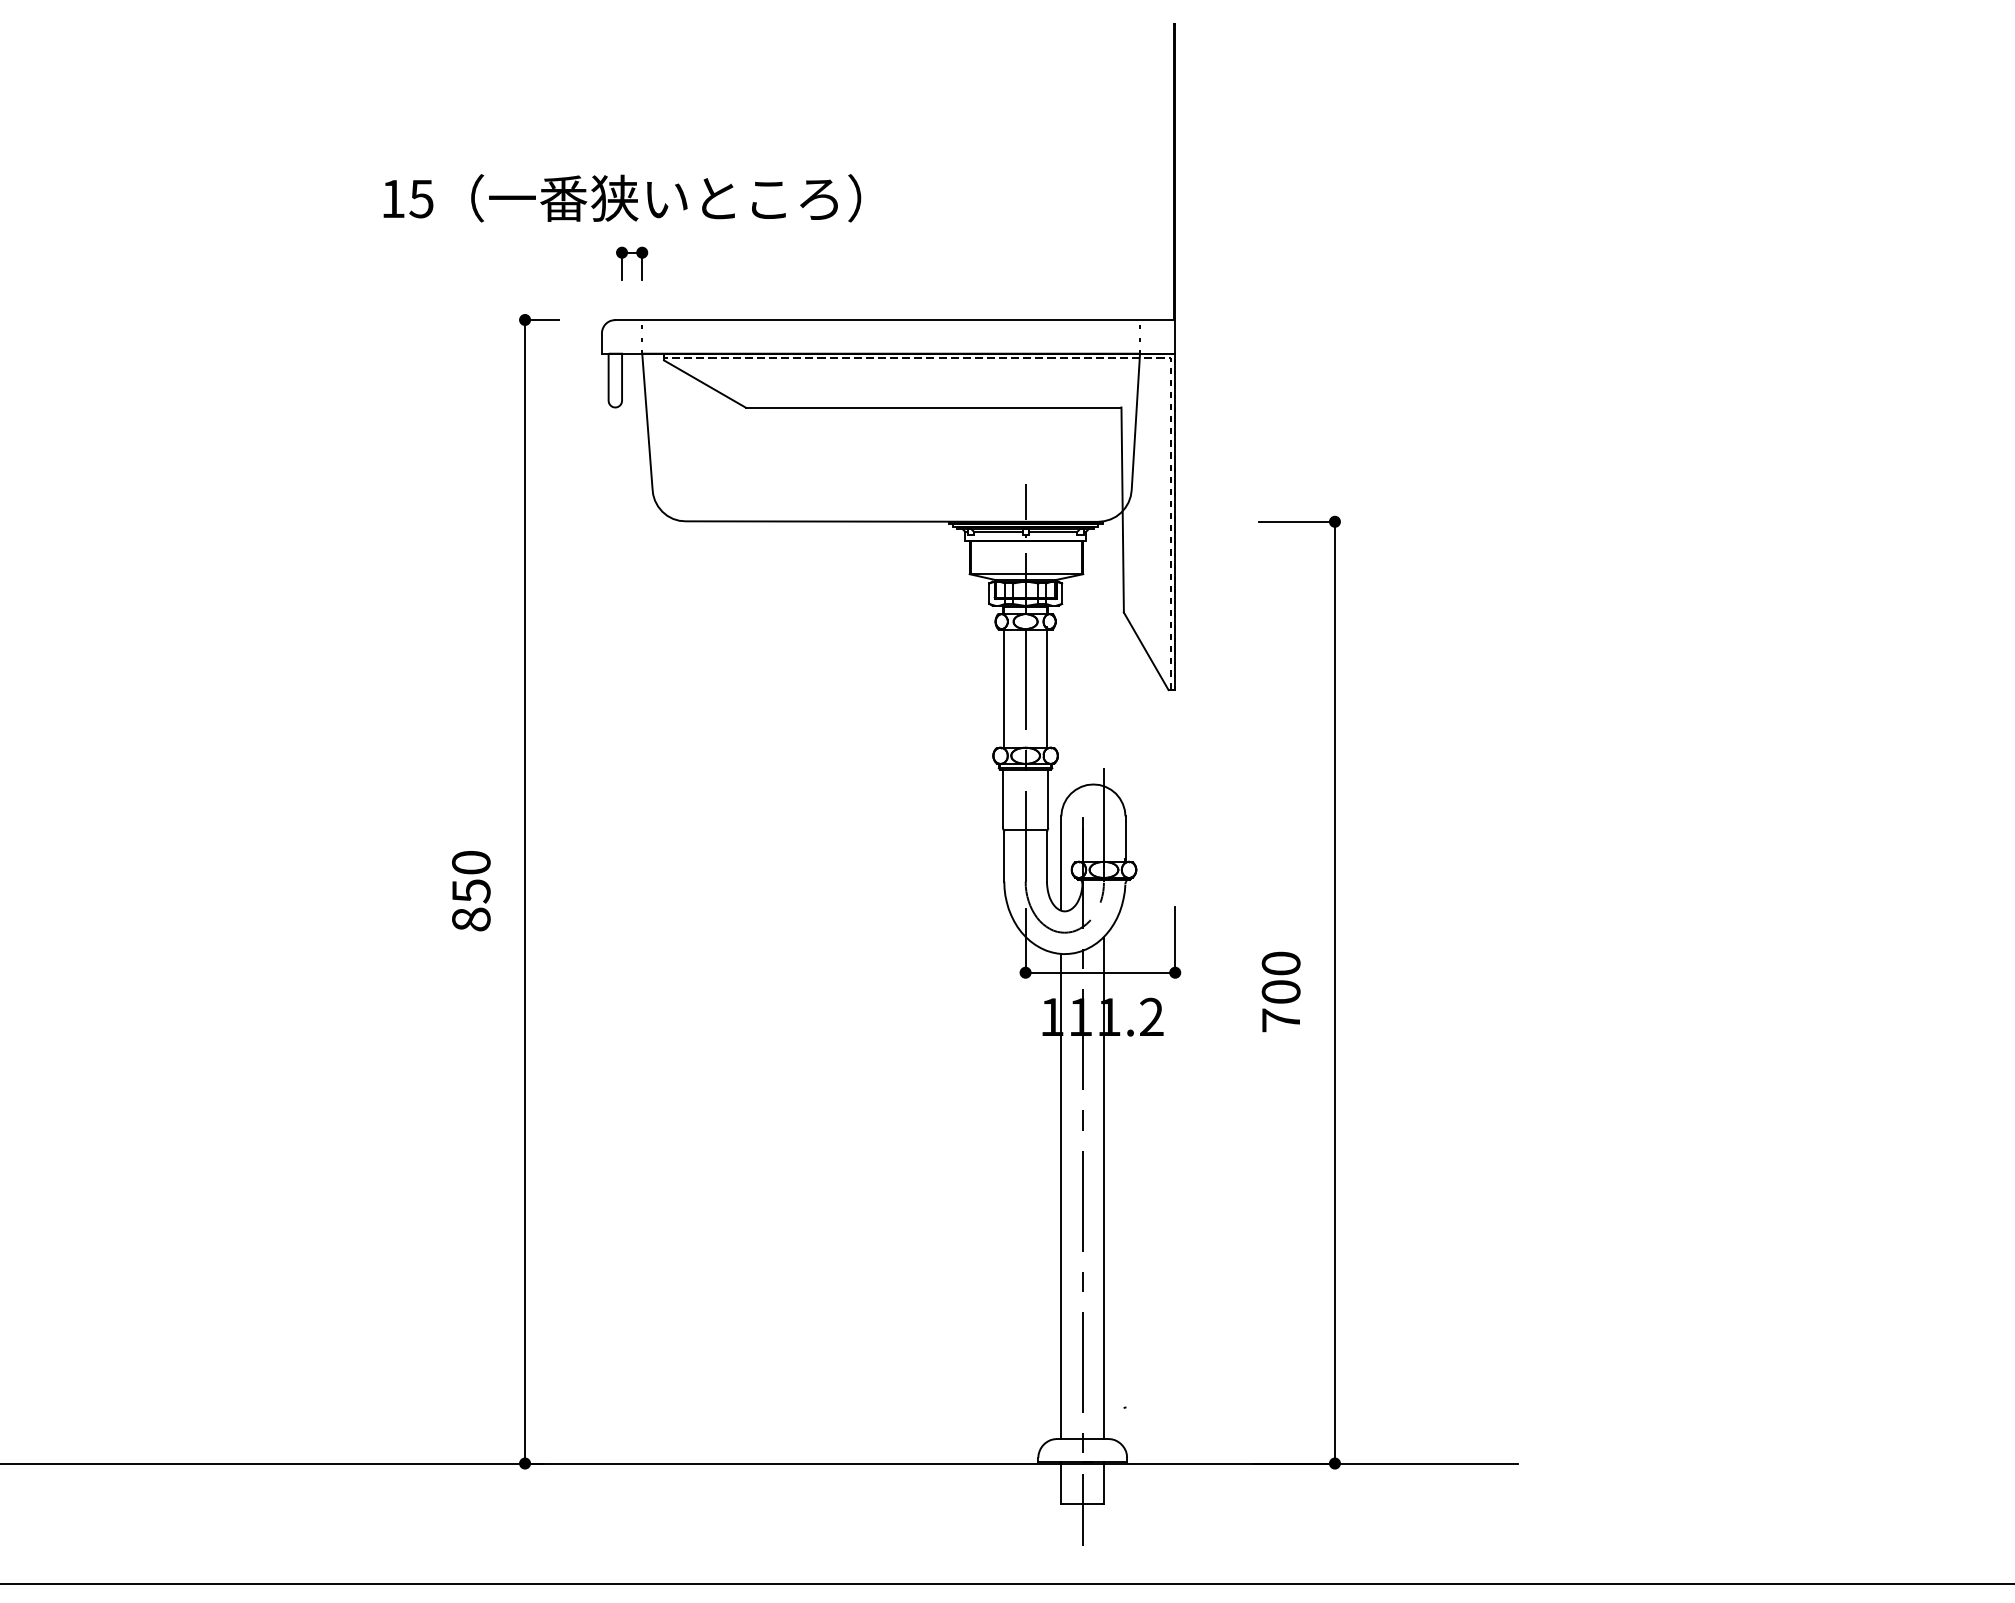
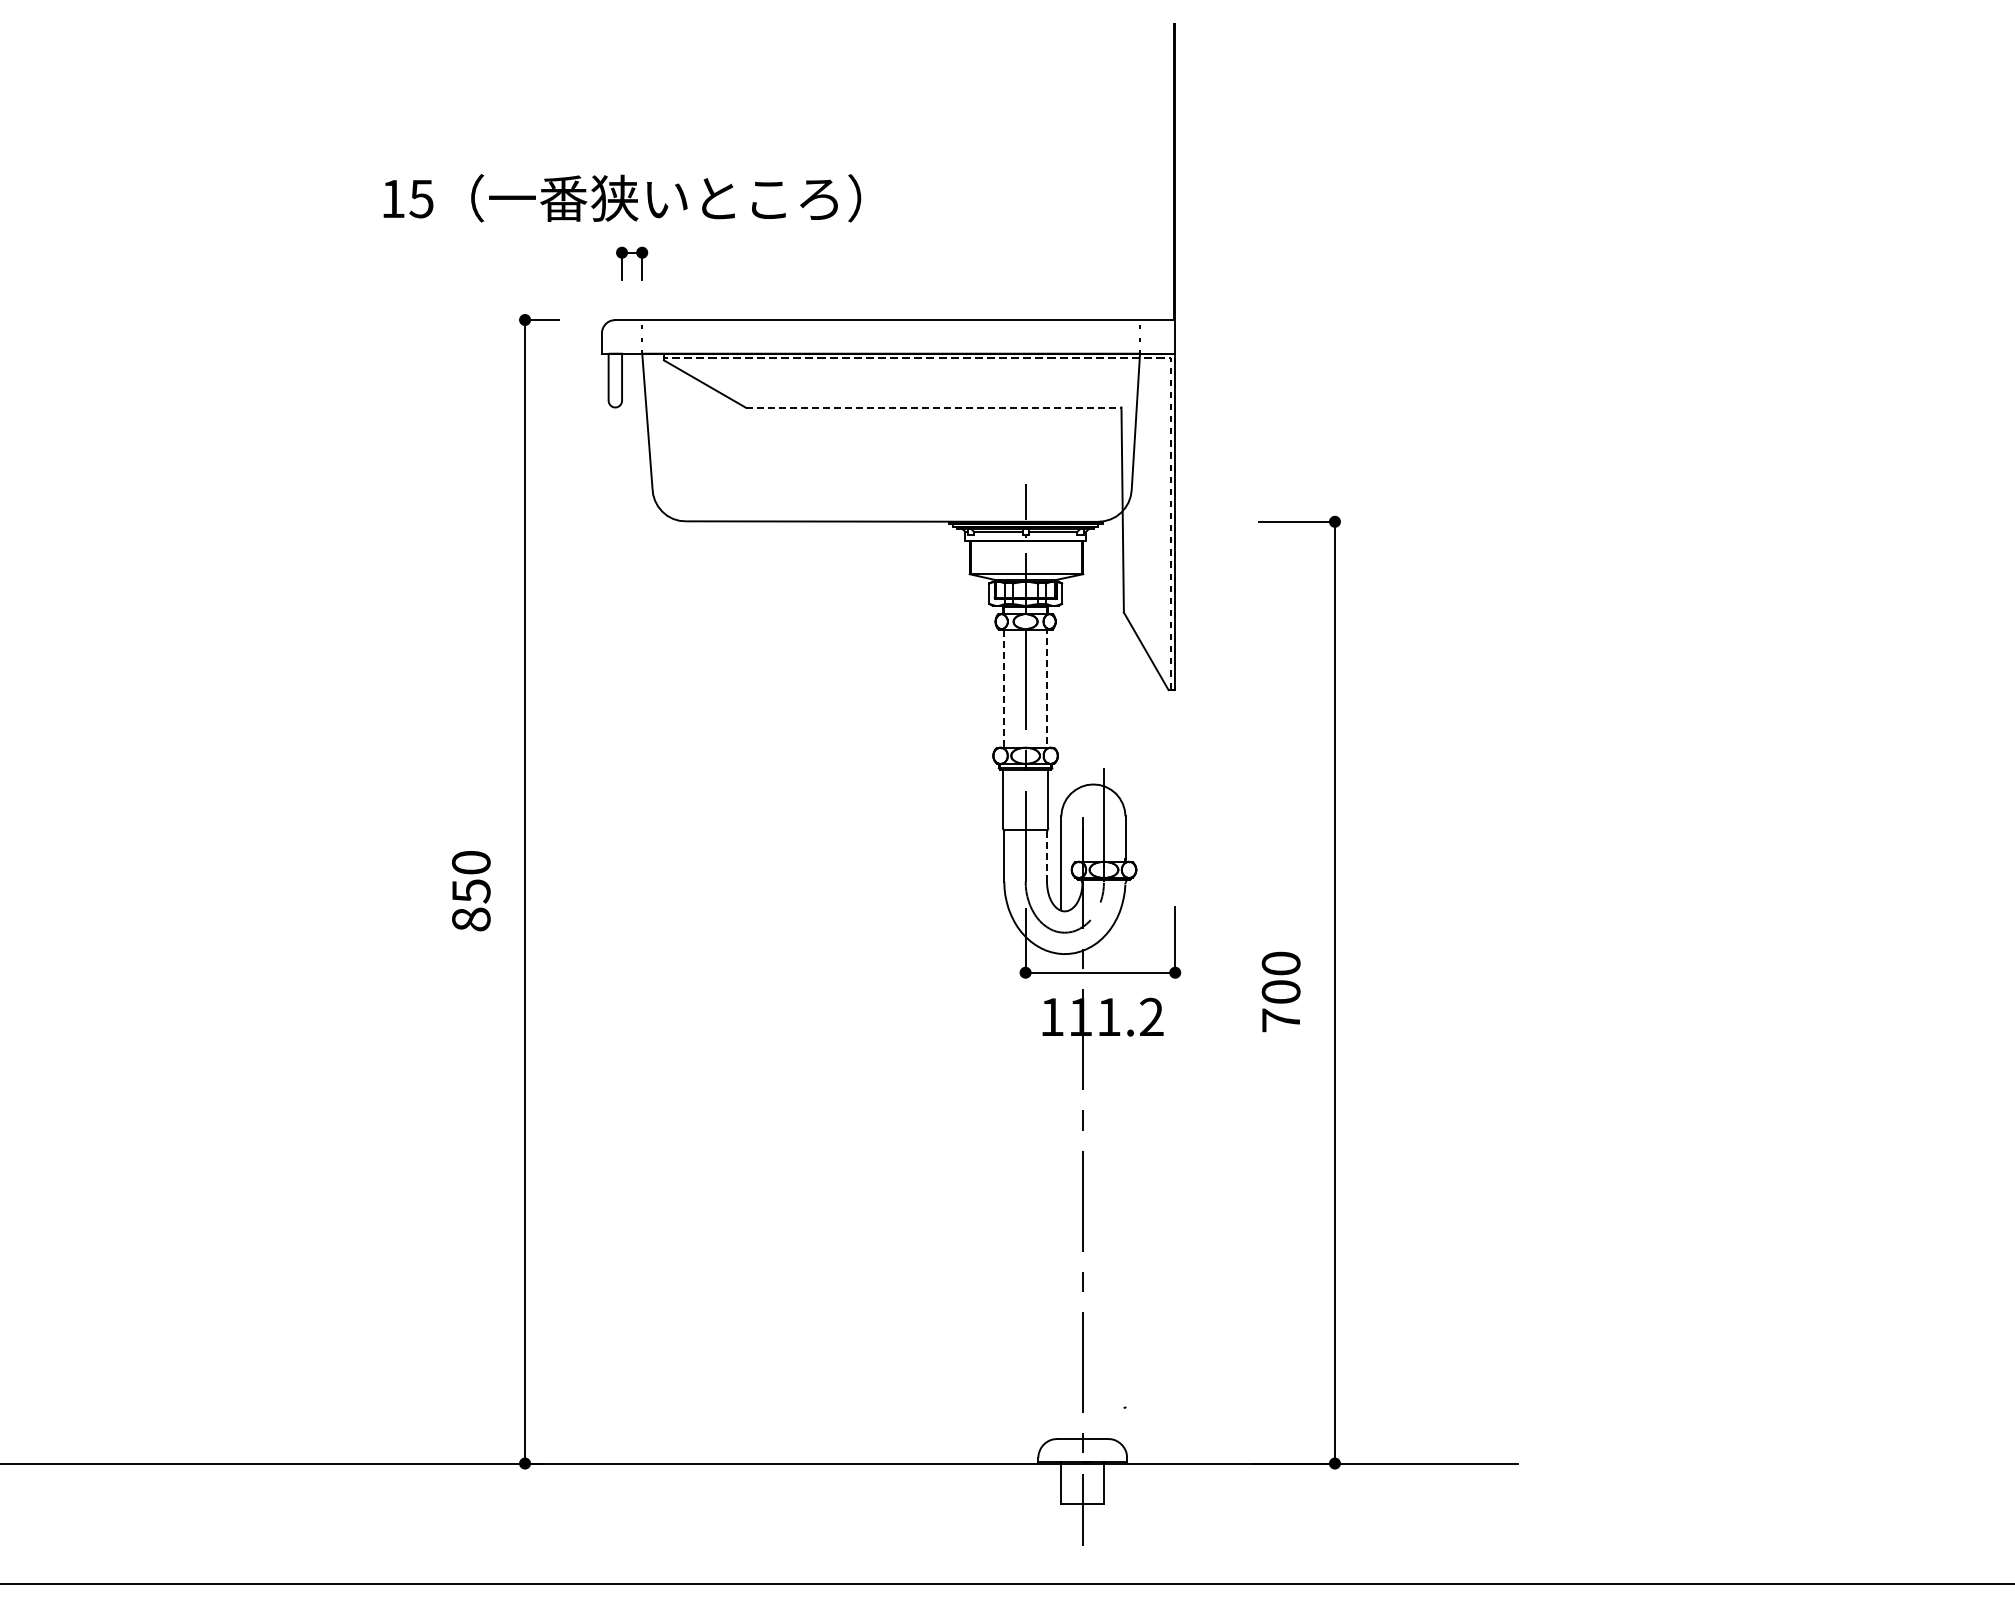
line at (933, 407): solid -> dashed
line at (1046, 687): solid -> dashed
line at (1004, 688): solid -> dashed
line at (1046, 857): solid -> dashed
line at (1104, 1188): present -> none
line at (1061, 1196): present -> none
